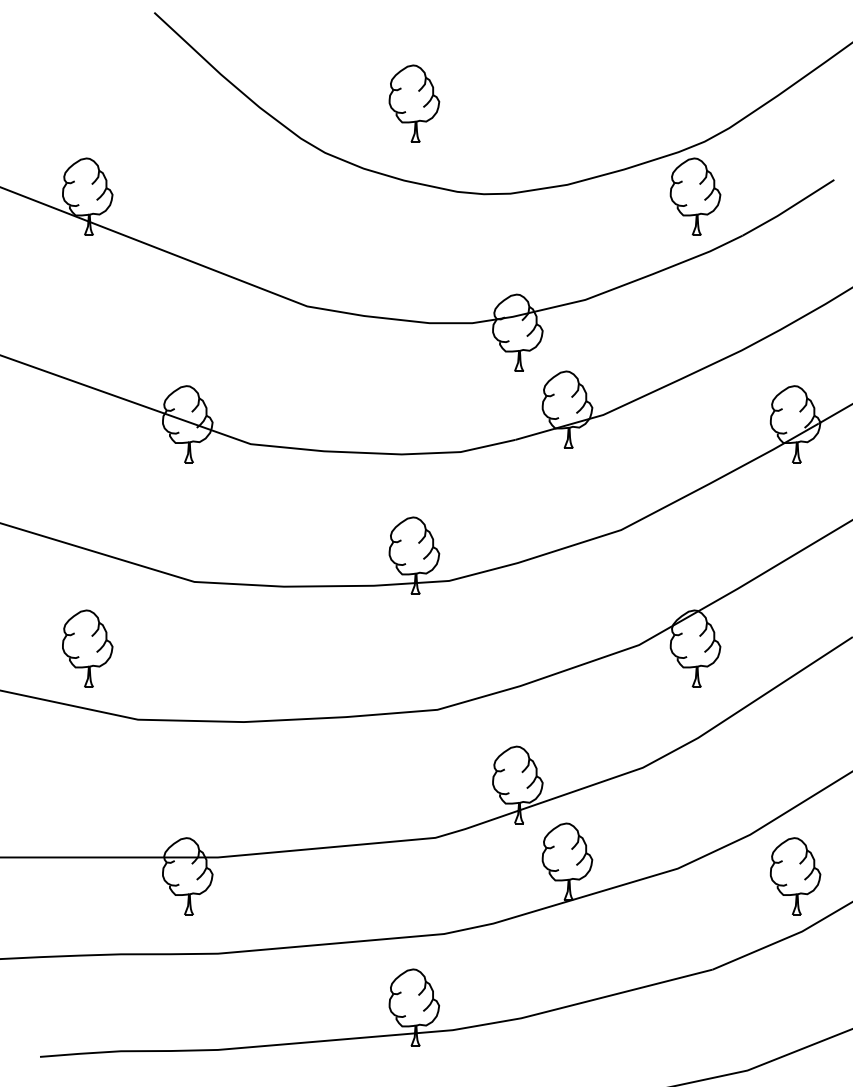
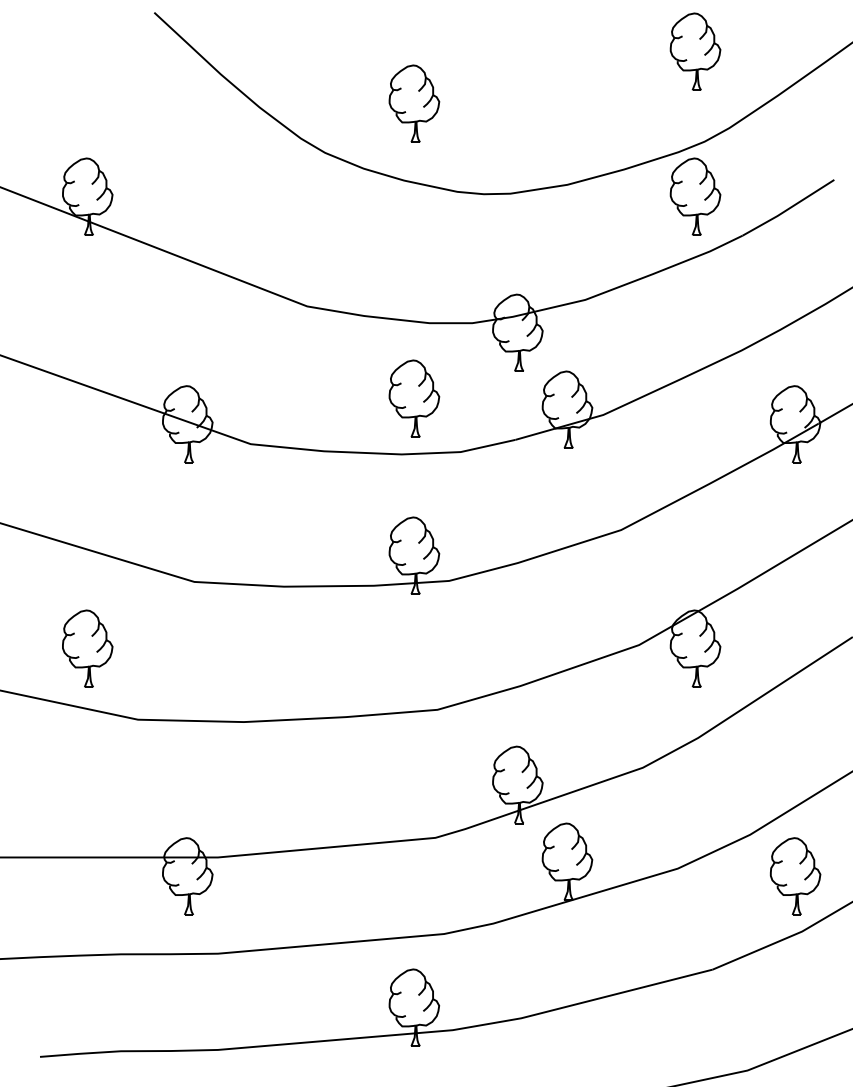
part at (695, 51): none -> present
part at (414, 398): none -> present
